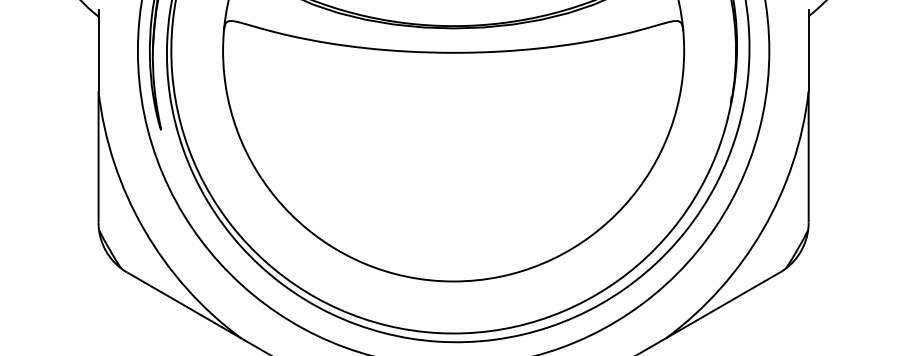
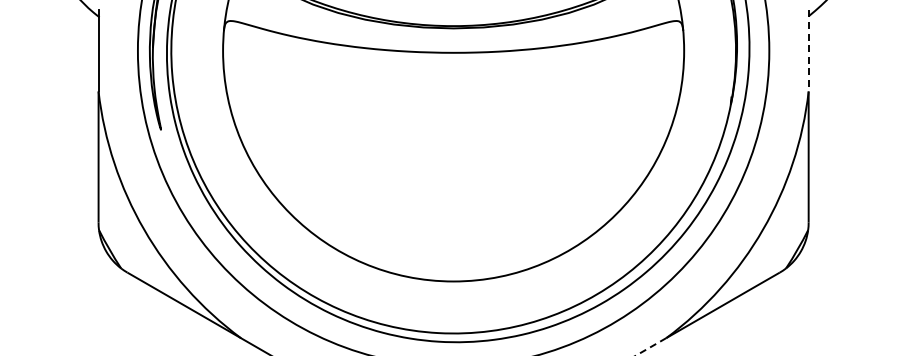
line at (808, 50): solid -> dashed
line at (650, 347): solid -> dashed
